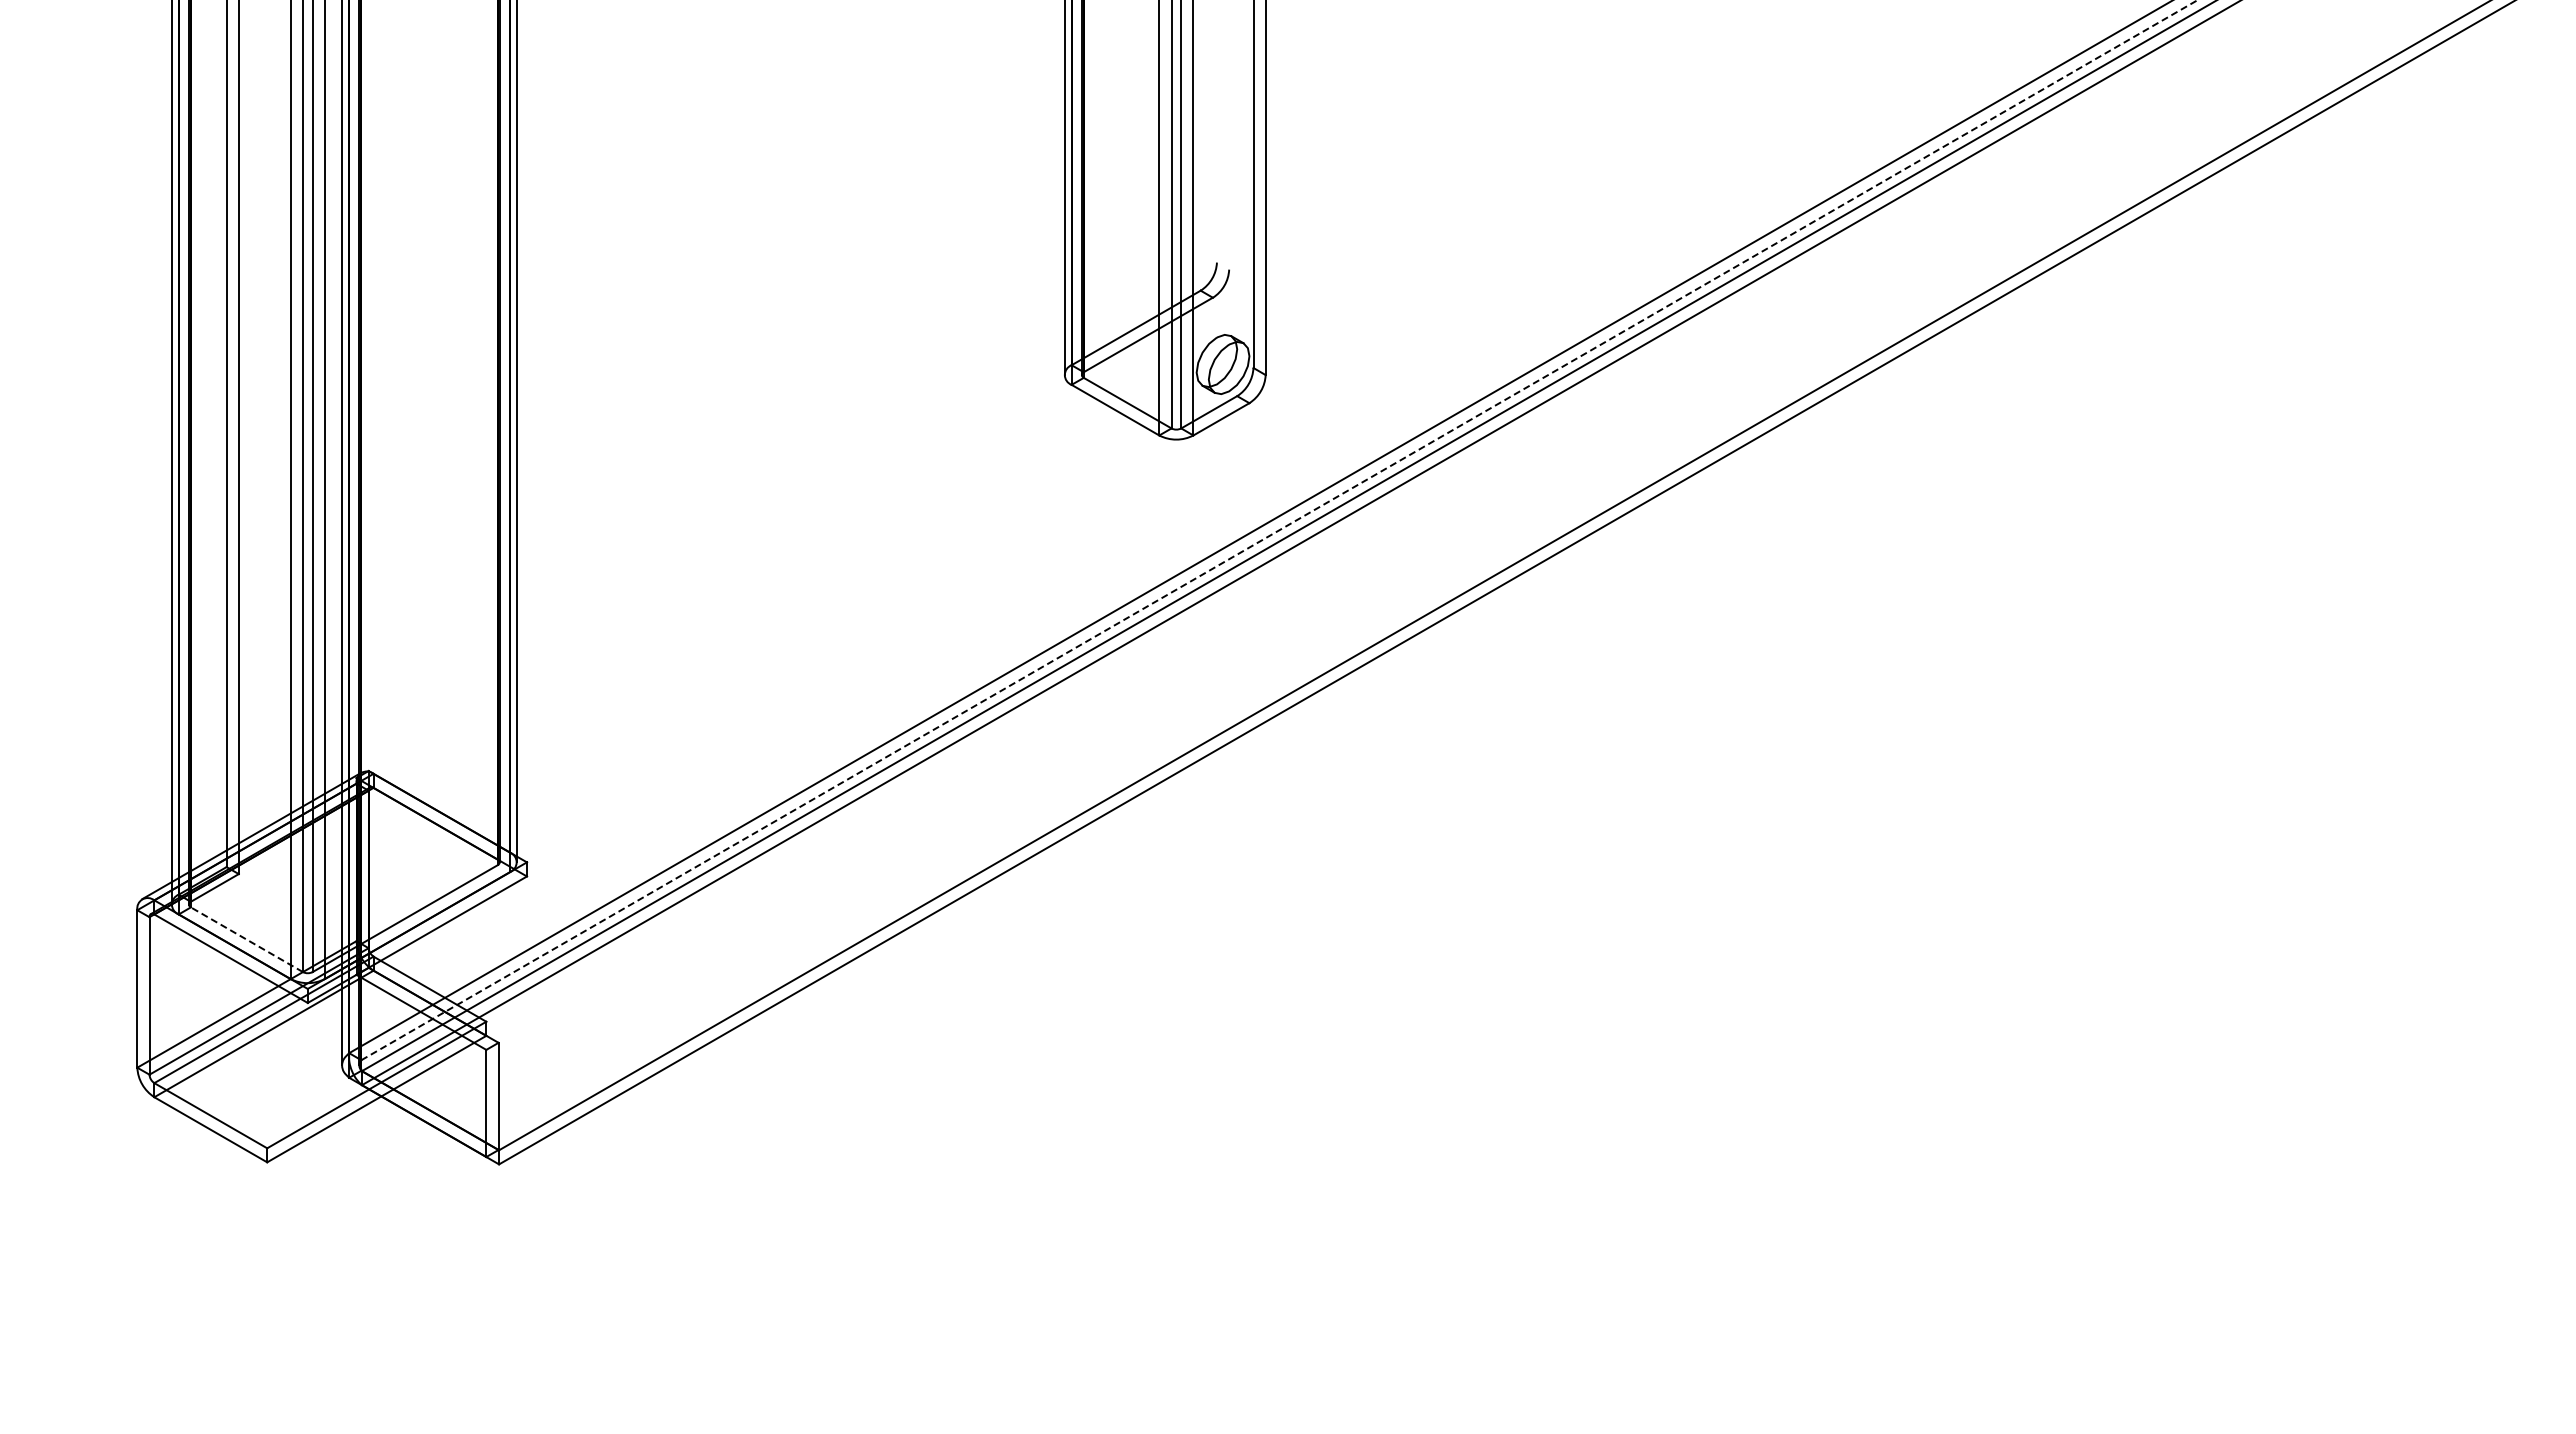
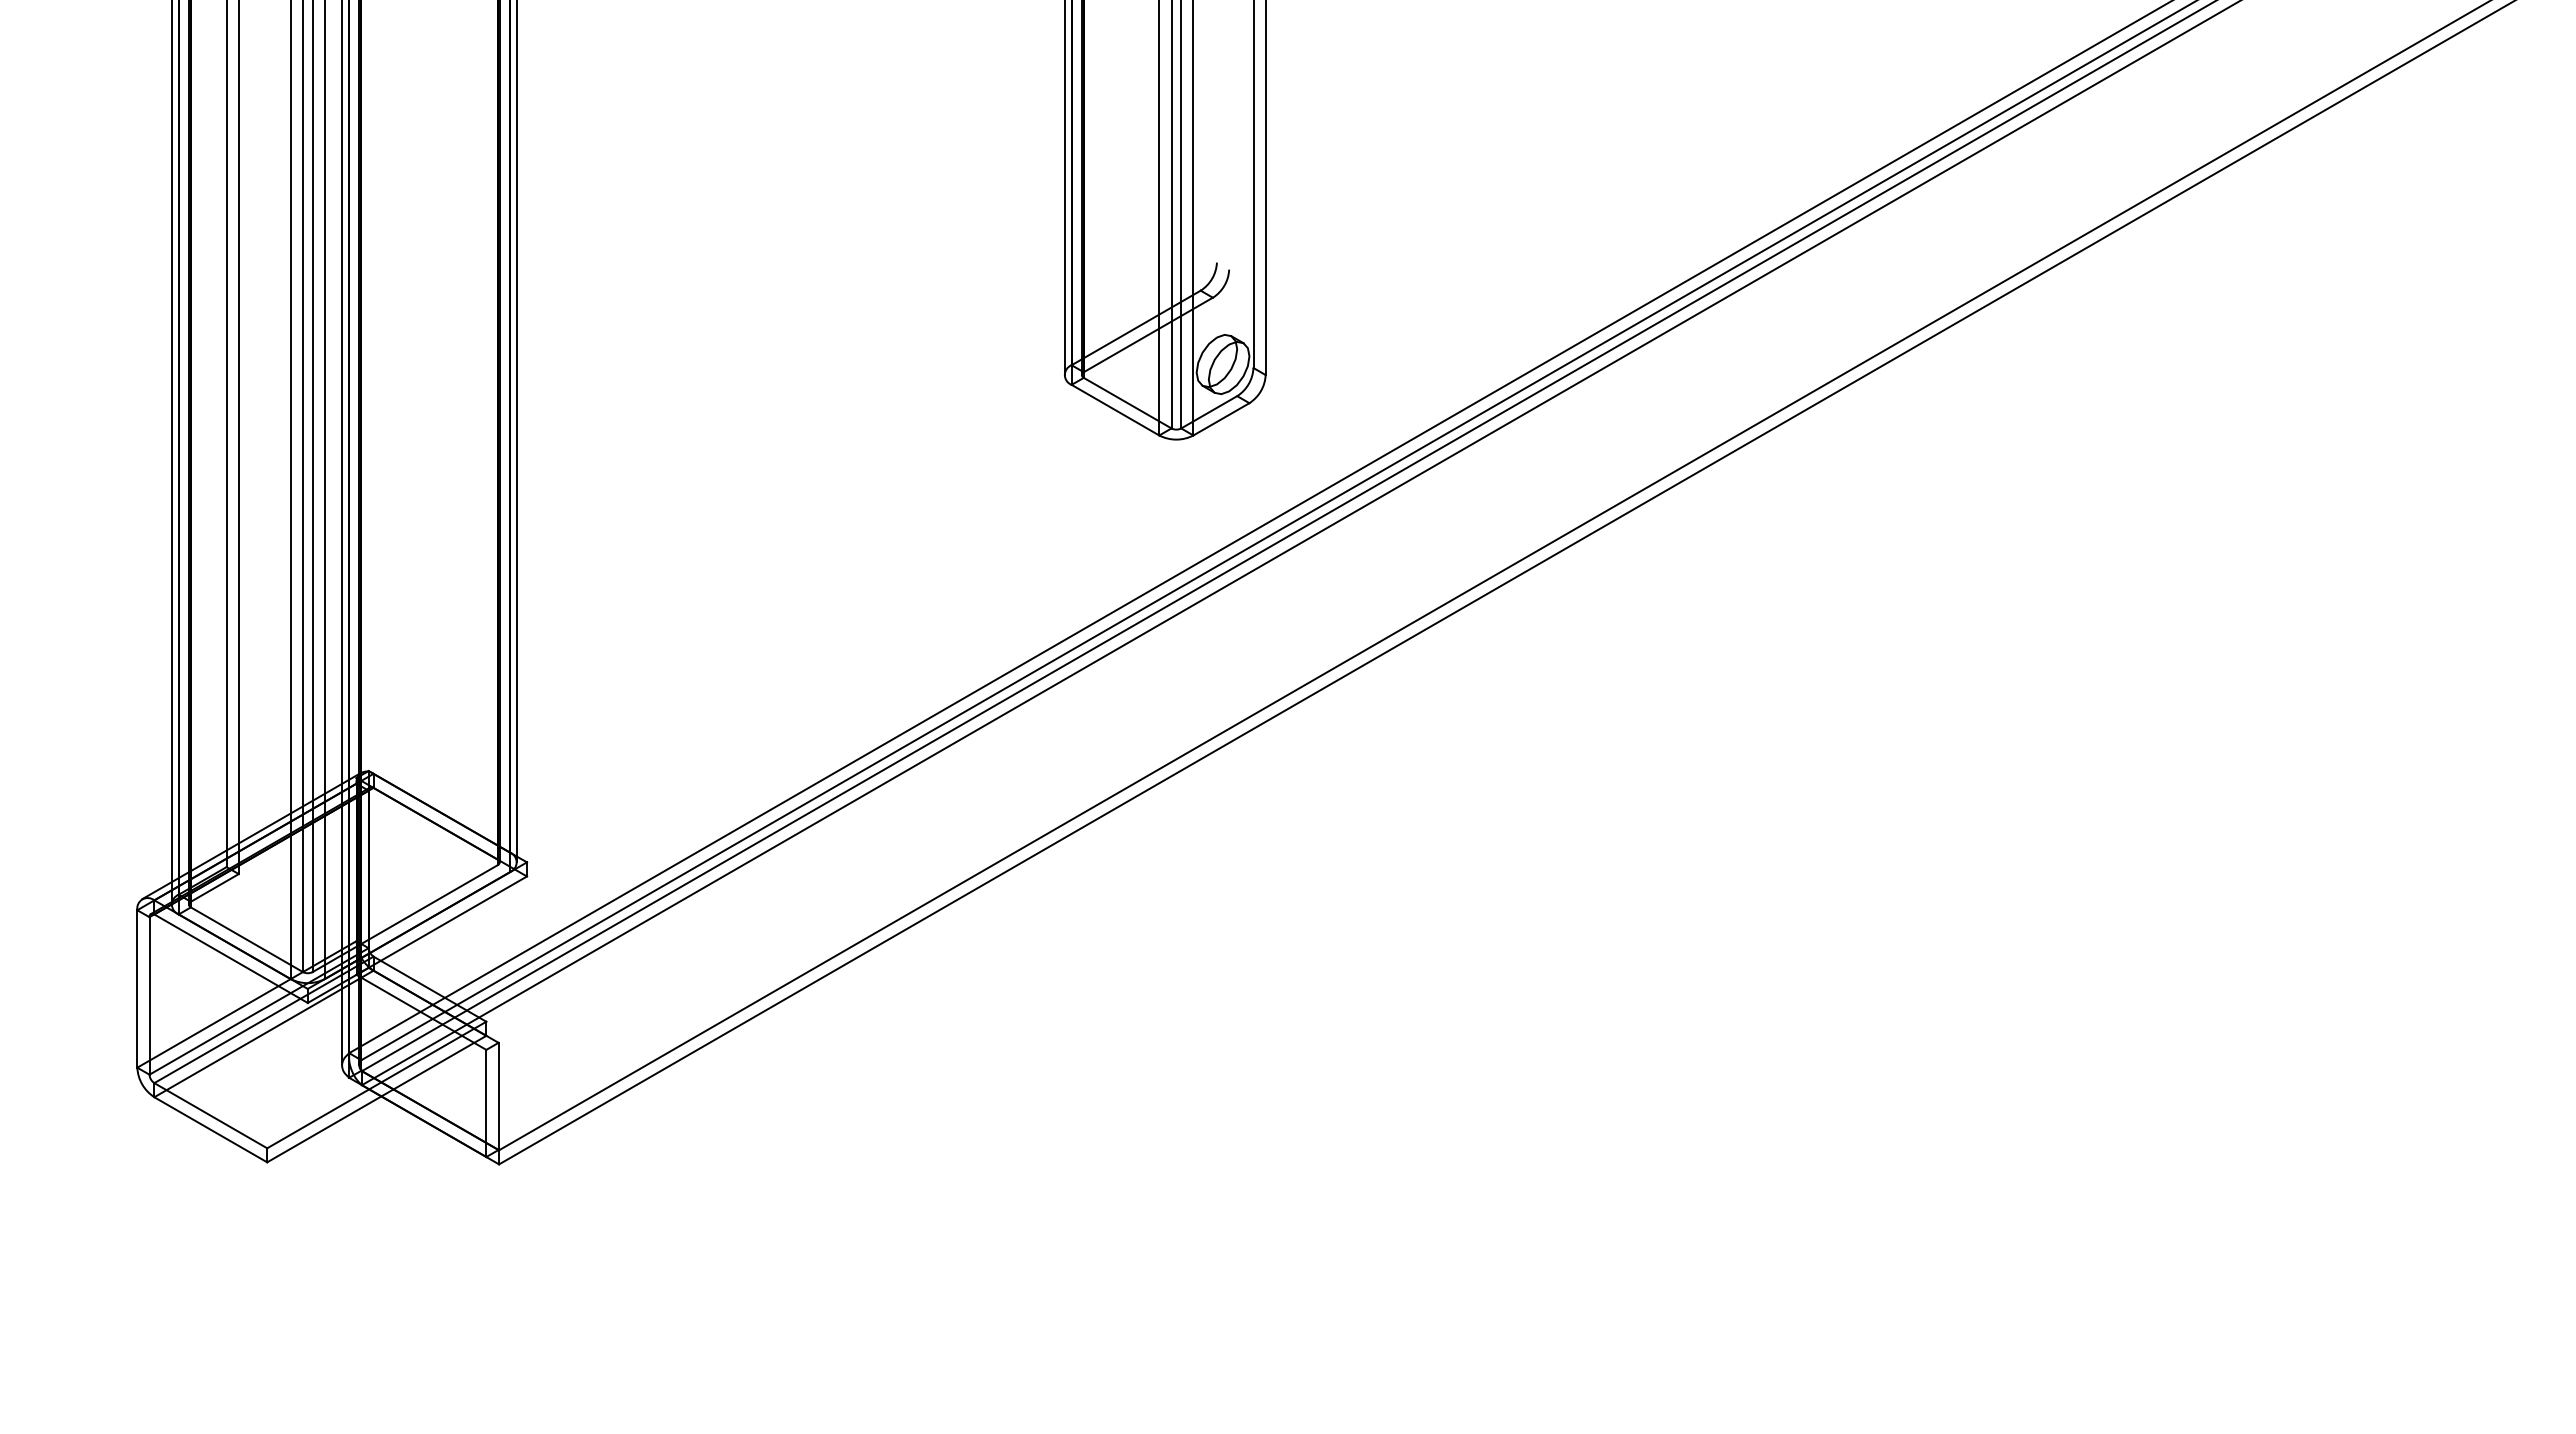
line at (1279, 530): dashed -> solid
line at (246, 939): dashed -> solid
